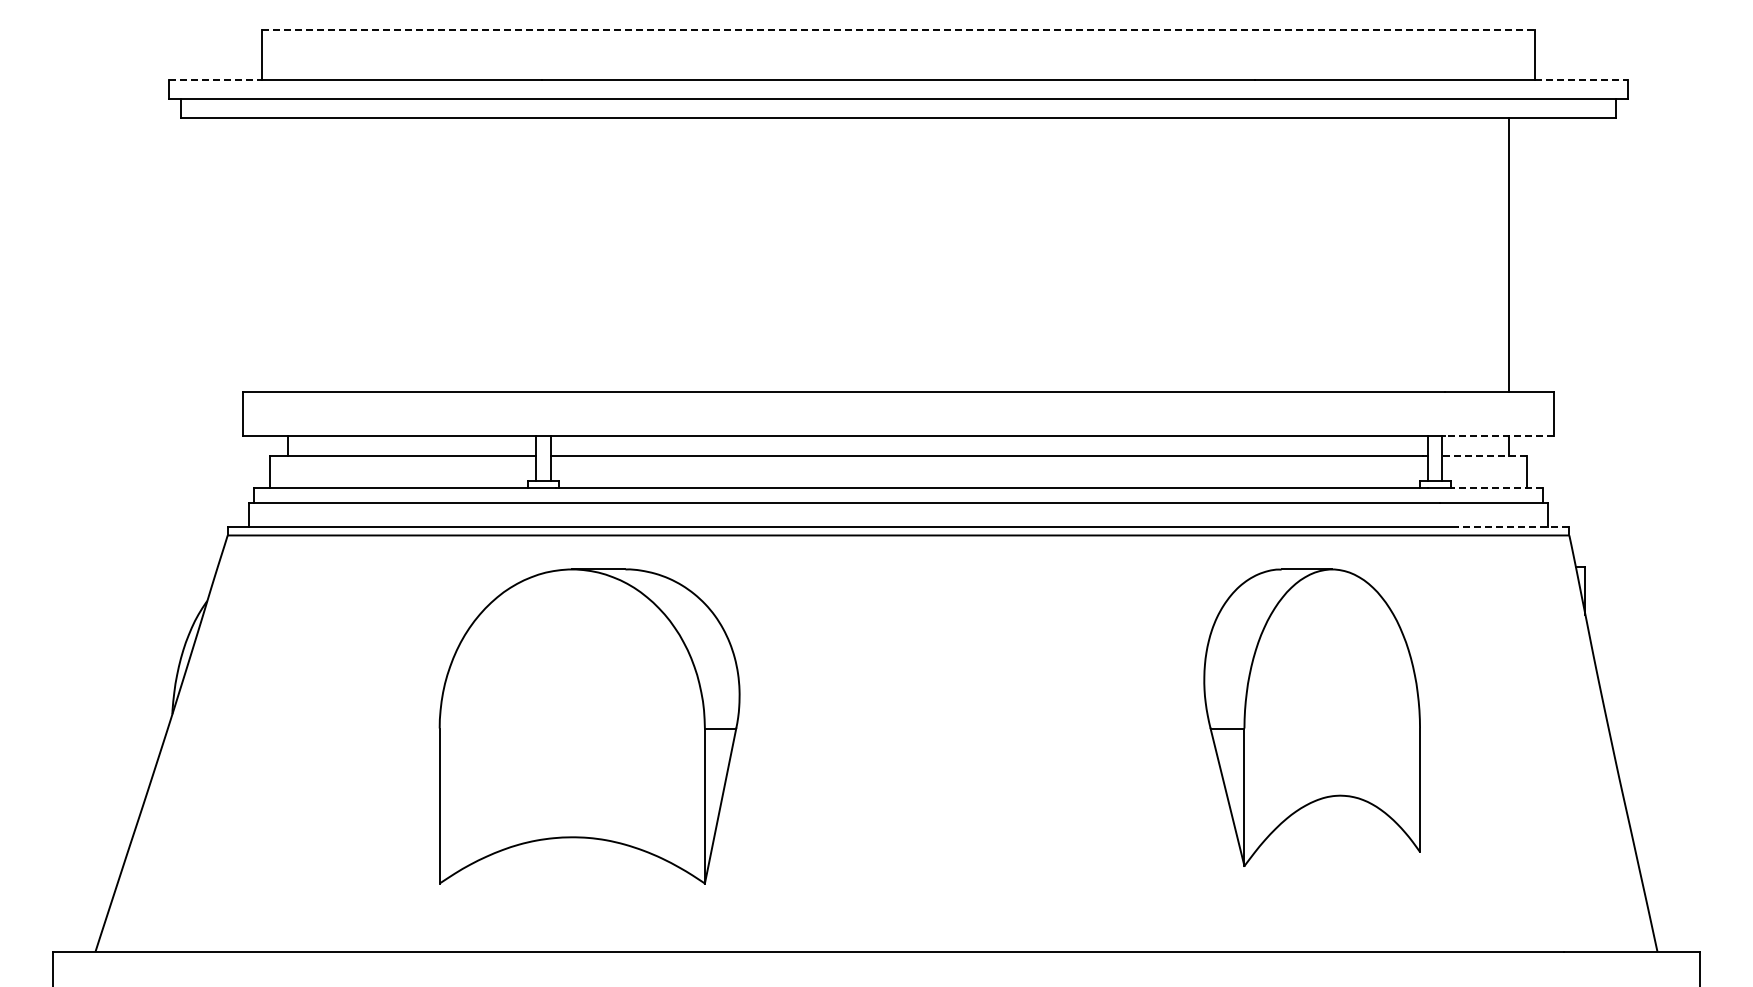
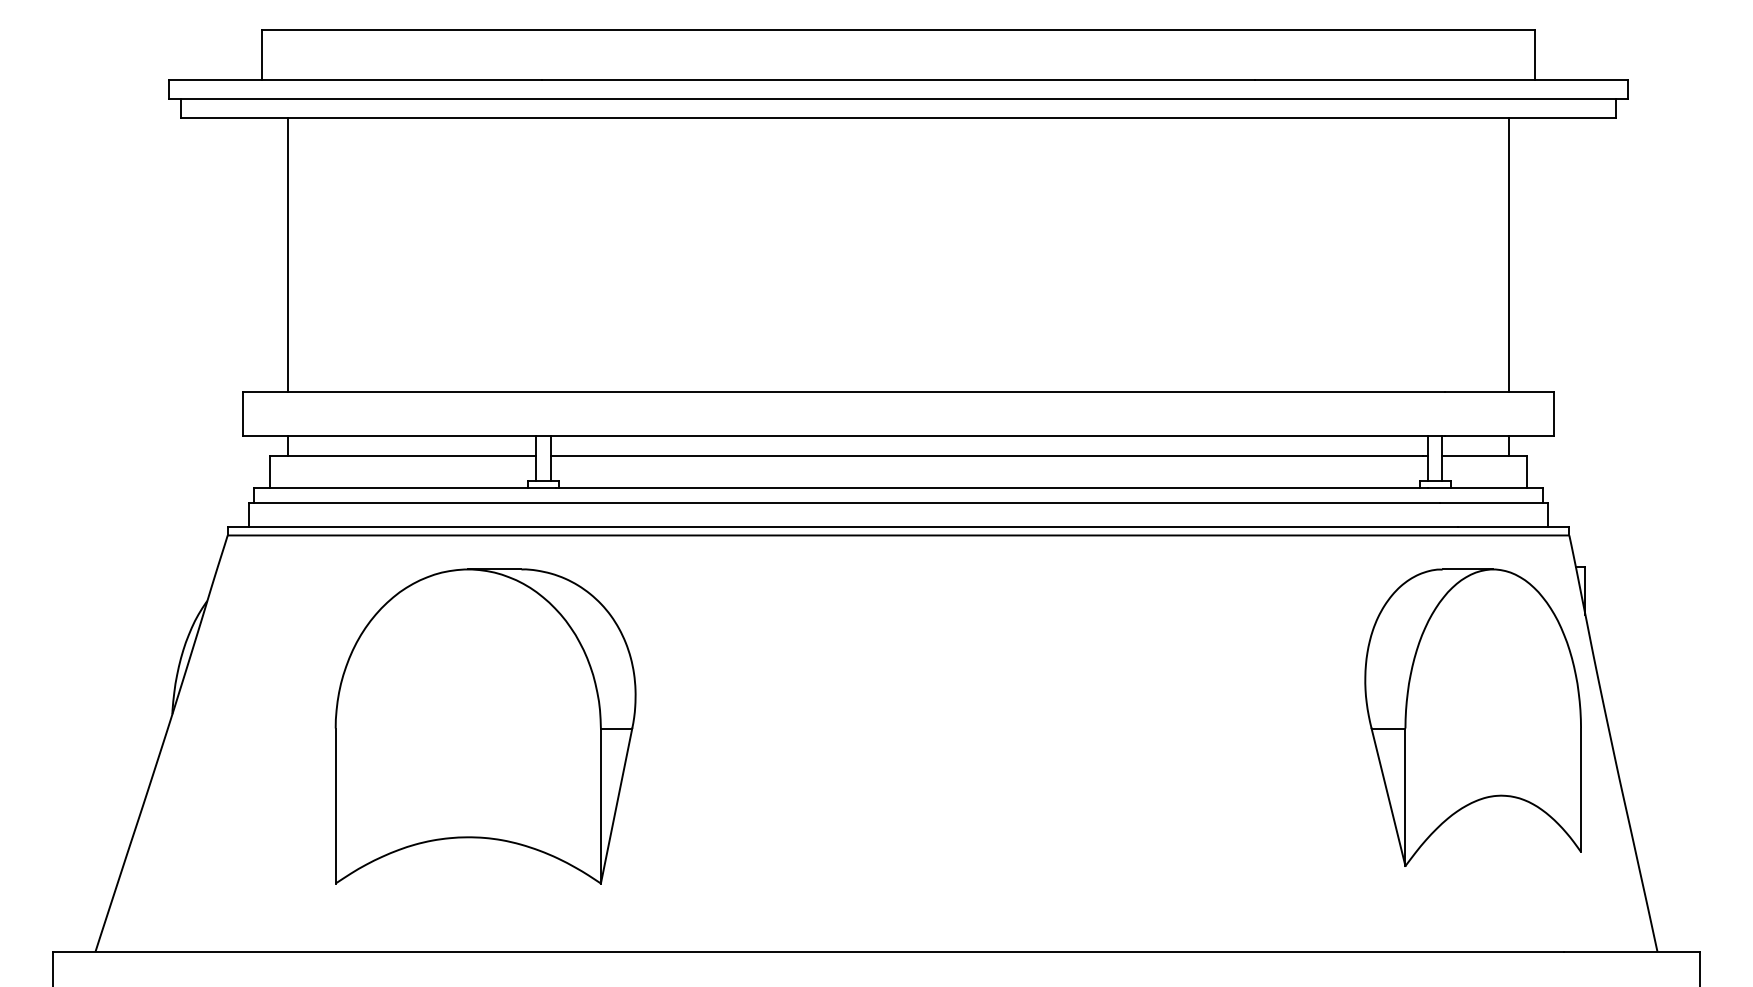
line at (899, 29): dashed -> solid
line at (215, 79): dashed -> solid
line at (1581, 79): dashed -> solid
line at (288, 254): none -> present
line at (1498, 436): dashed -> solid
line at (1484, 455): dashed -> solid
line at (1496, 488): dashed -> solid
line at (1513, 526): dashed -> solid
part at (1311, 717) position: (1311, 717) -> (1472, 717)
part at (589, 726) position: (589, 726) -> (485, 726)
